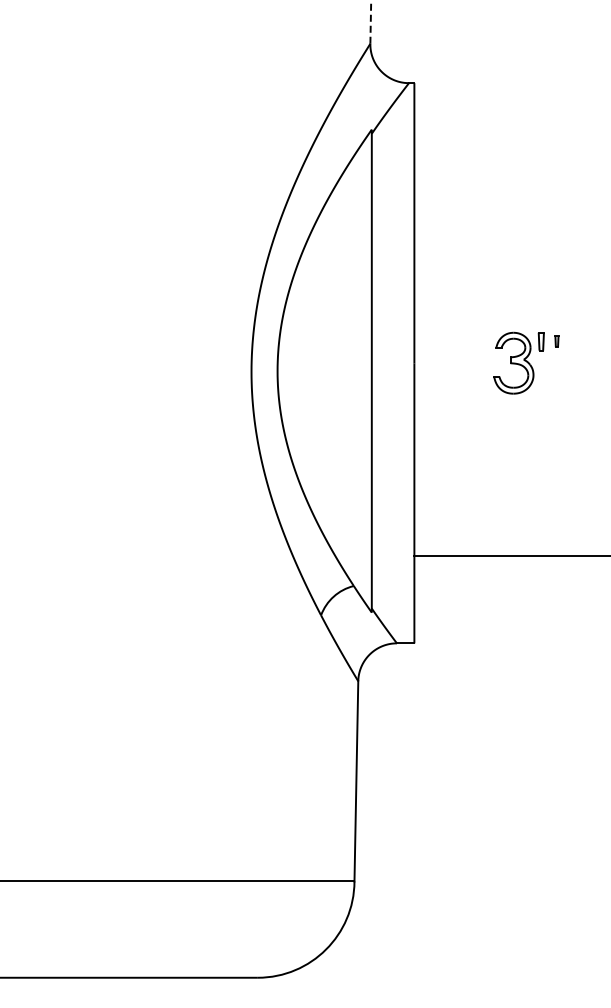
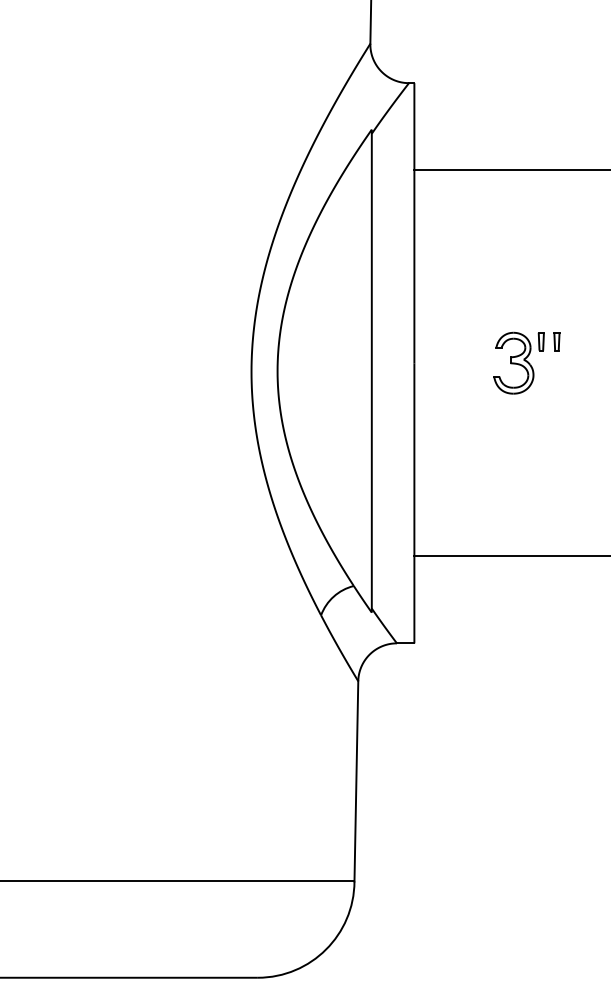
line at (370, 21): dashed -> solid
line at (510, 170): none -> present
part at (556, 341) size: 6x13 px -> 8x20 px
